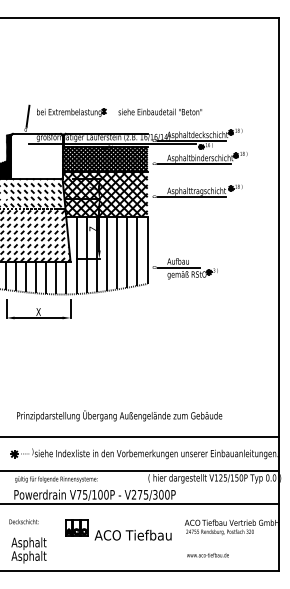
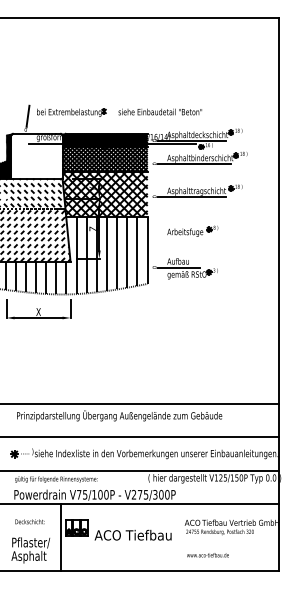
hatch at (105, 139): none -> present
part at (192, 230): none -> present
line at (140, 403): none -> present
text at (23, 521) position: (23, 521) -> (29, 521)
line at (60, 537): none -> present
text at (30, 543): Asphalt -> Pflaster/
